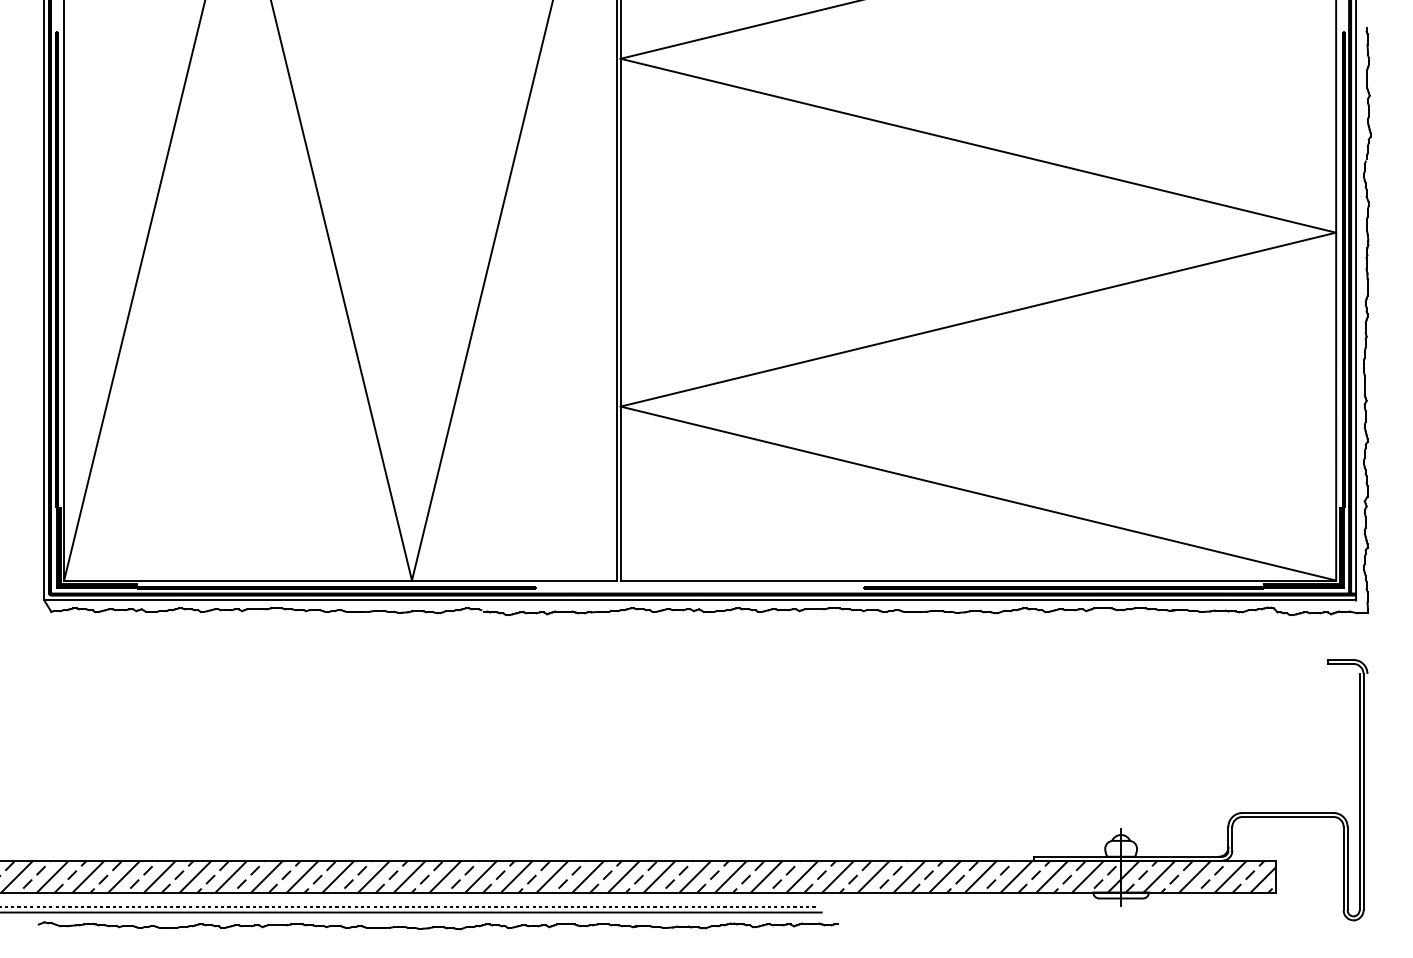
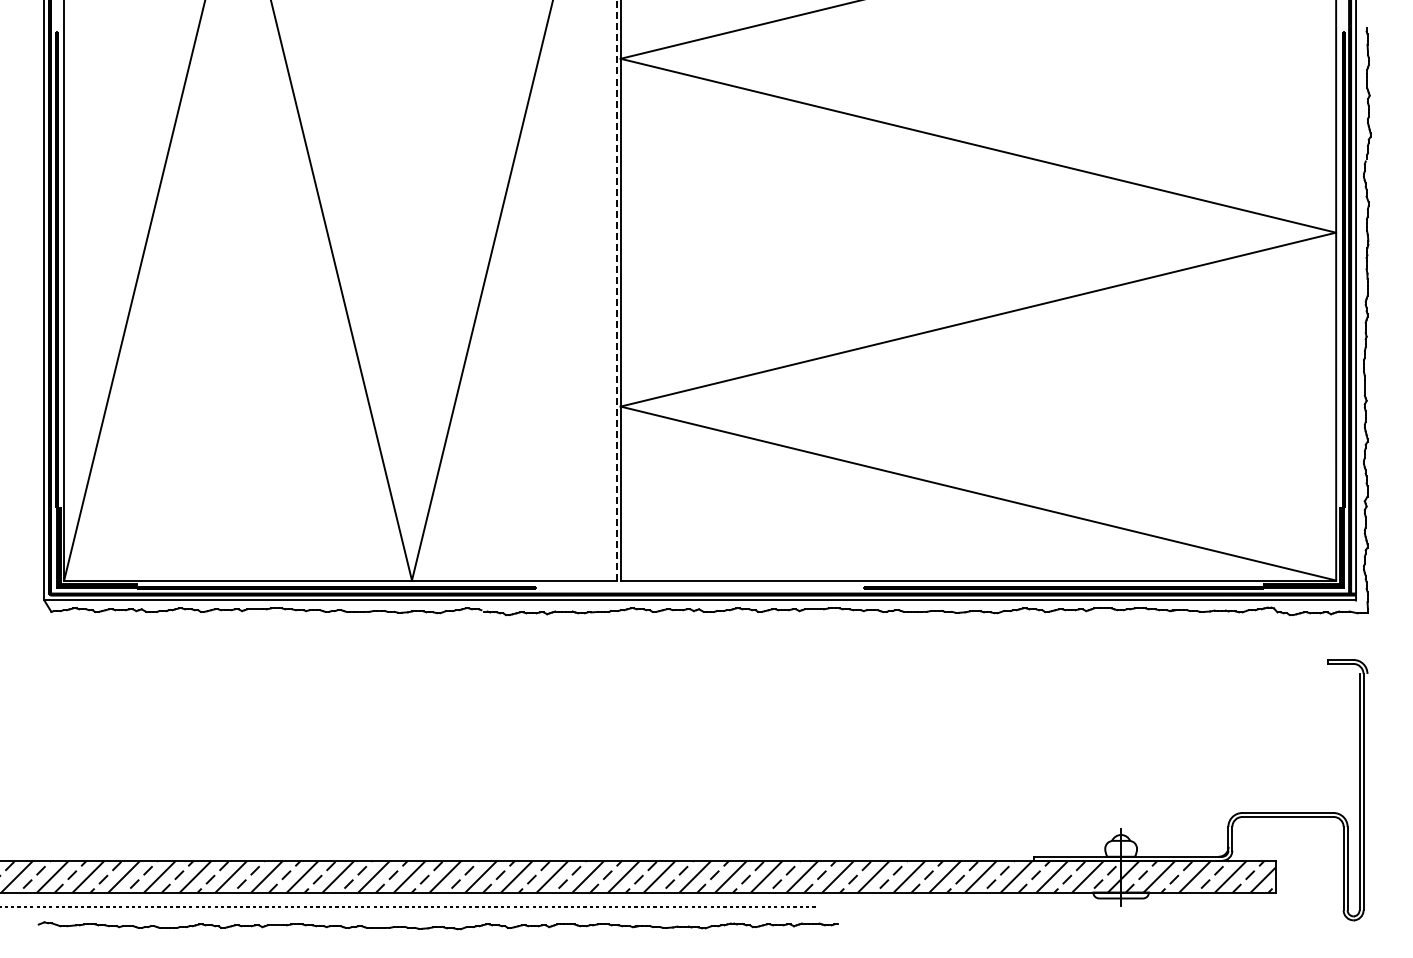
line at (616, 290): solid -> dashed
line at (411, 912): present -> none
